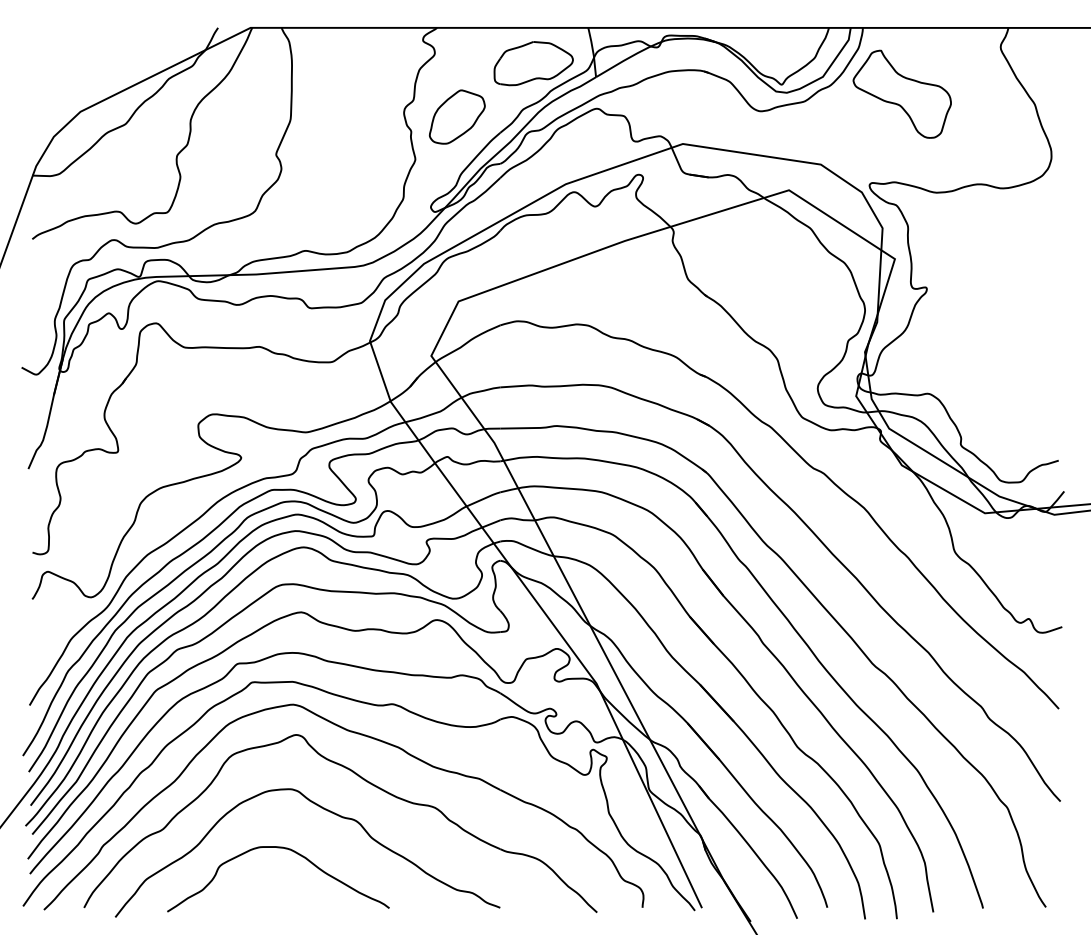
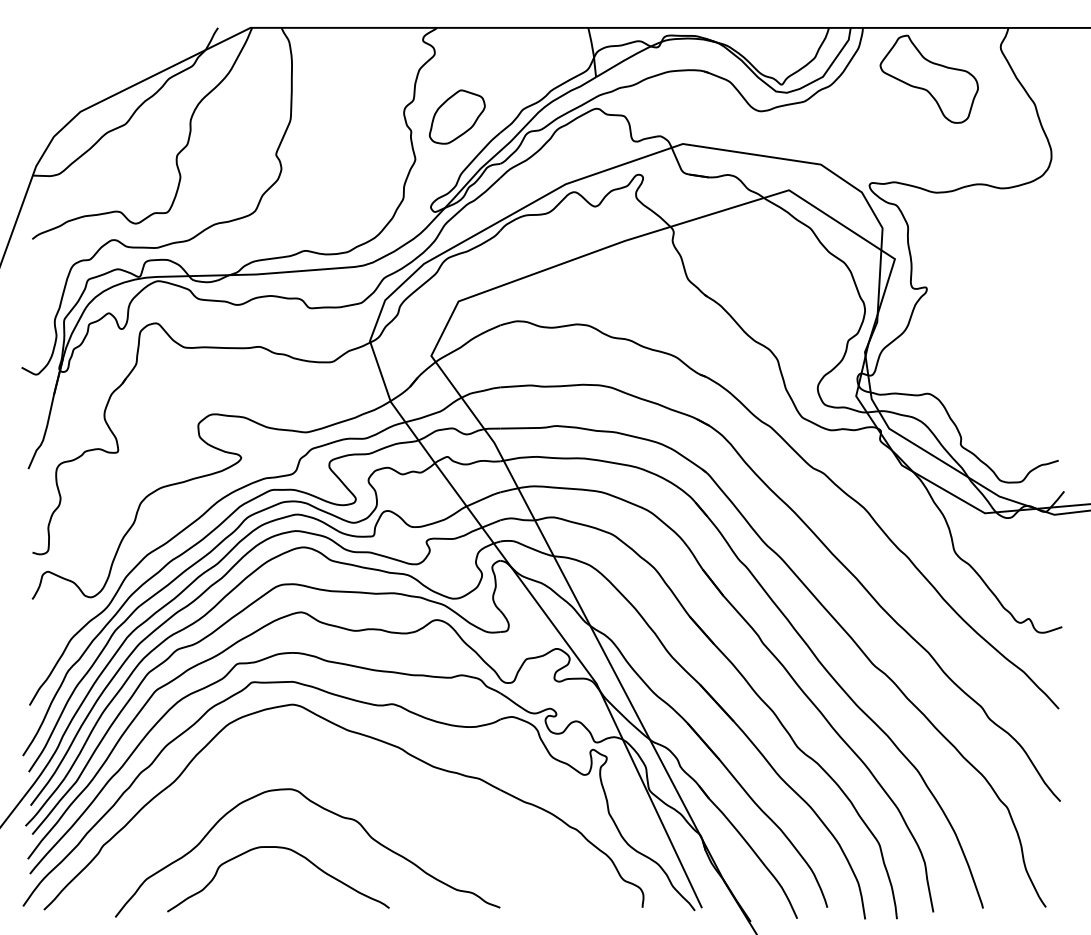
part at (533, 63): present -> none
part at (901, 93) position: (901, 93) -> (928, 78)
part at (363, 780): present -> none
